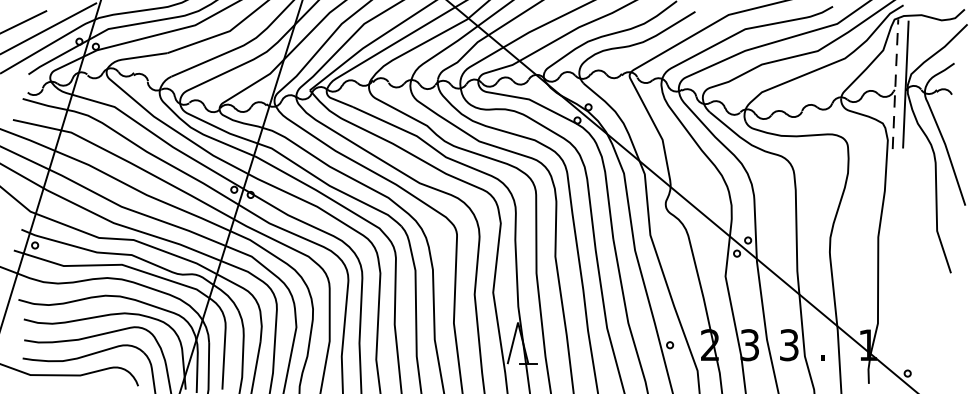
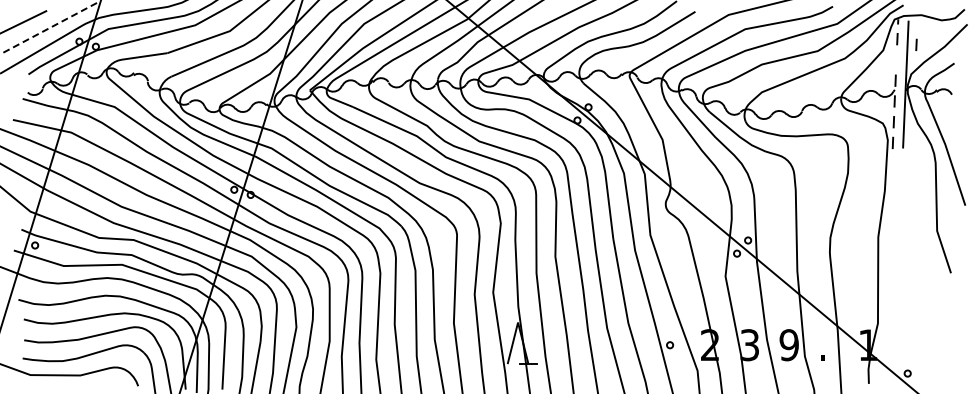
line at (48, 28): solid -> dashed
line at (896, 59) position: (896, 59) -> (916, 44)
text at (788, 345): 3 -> 9
